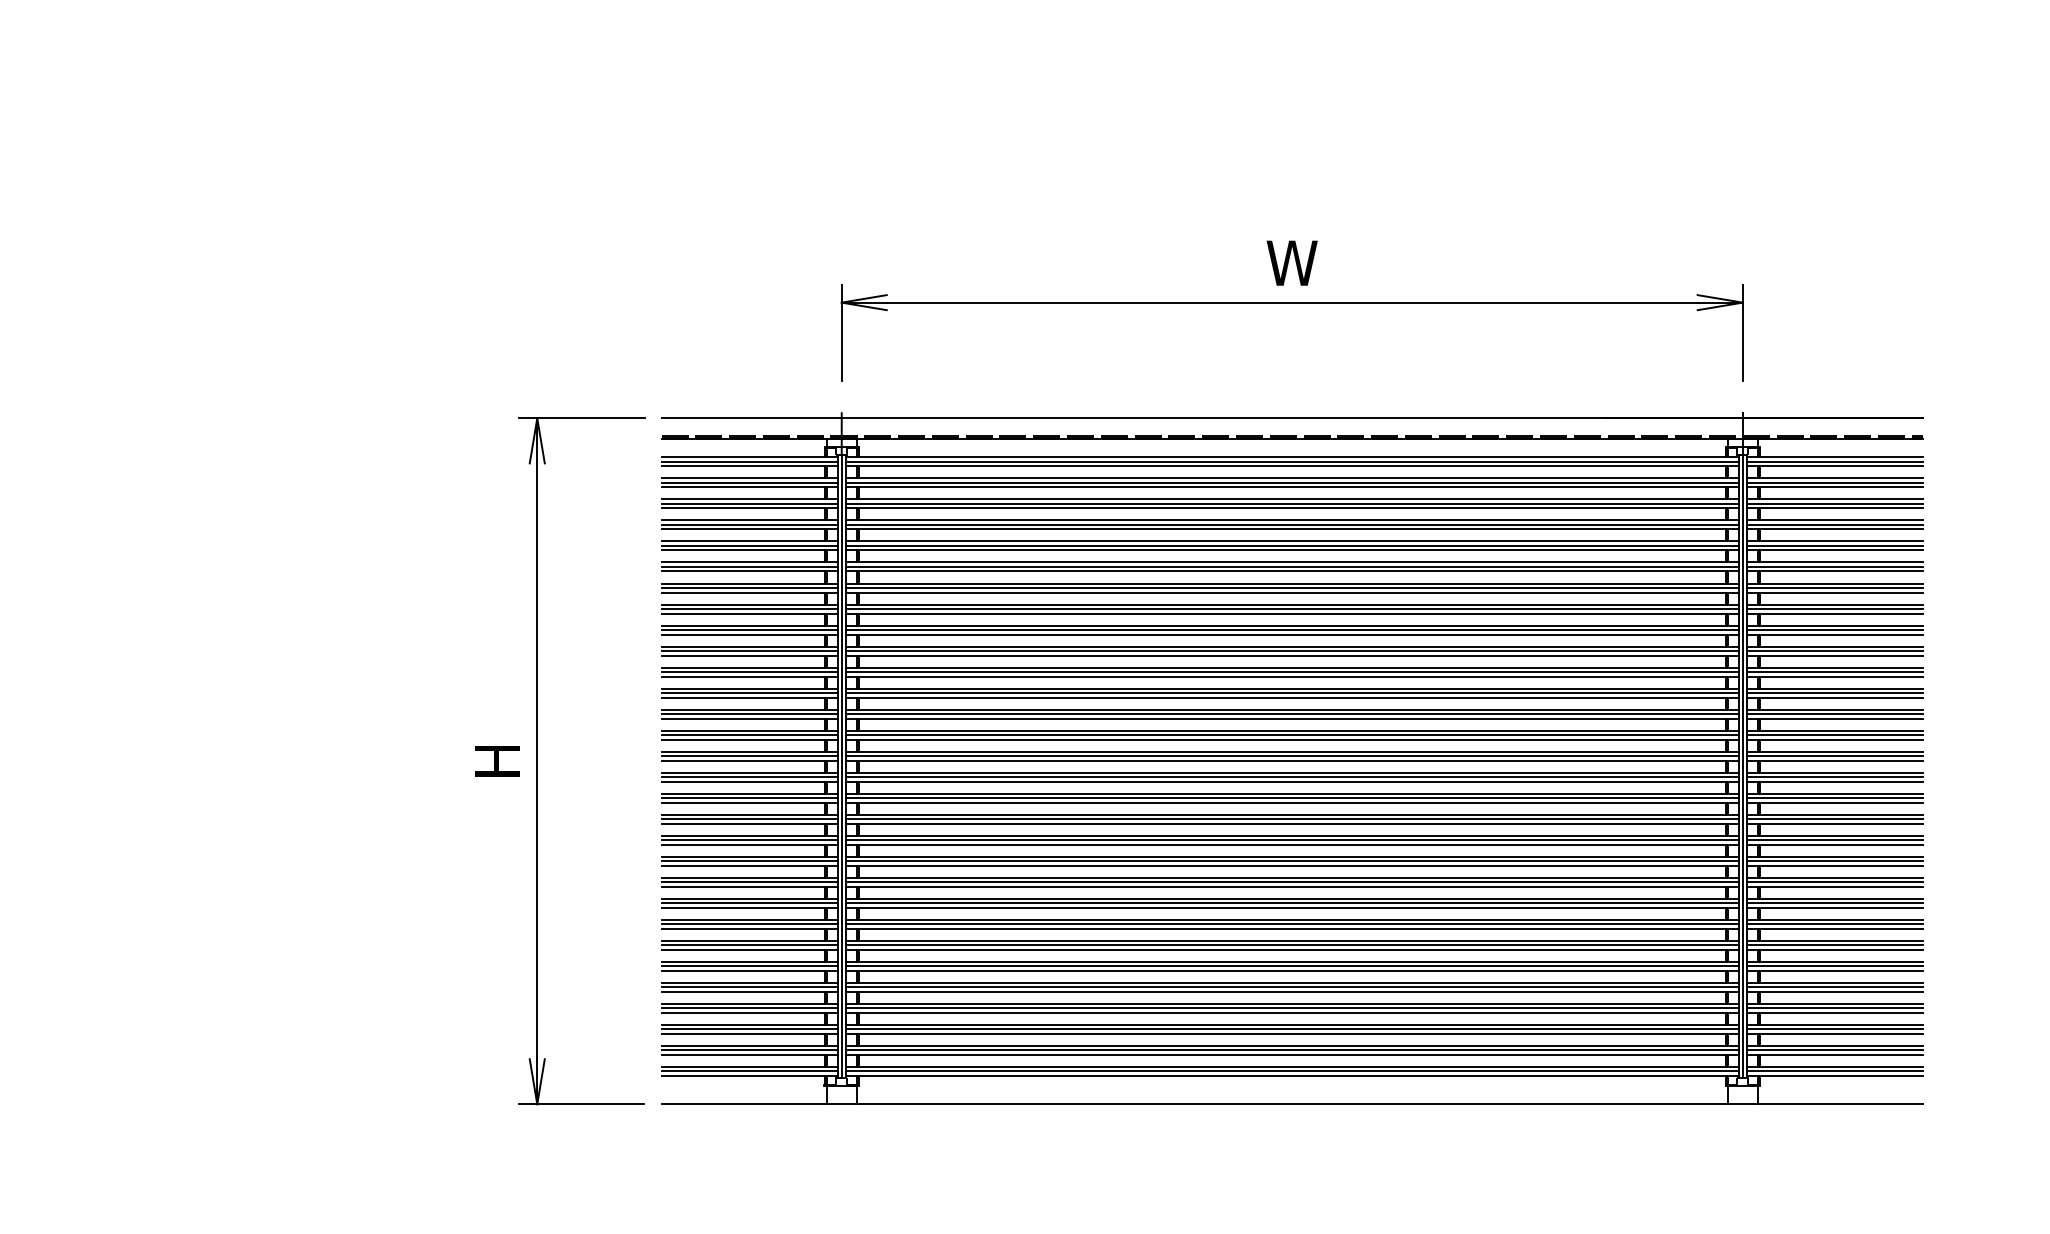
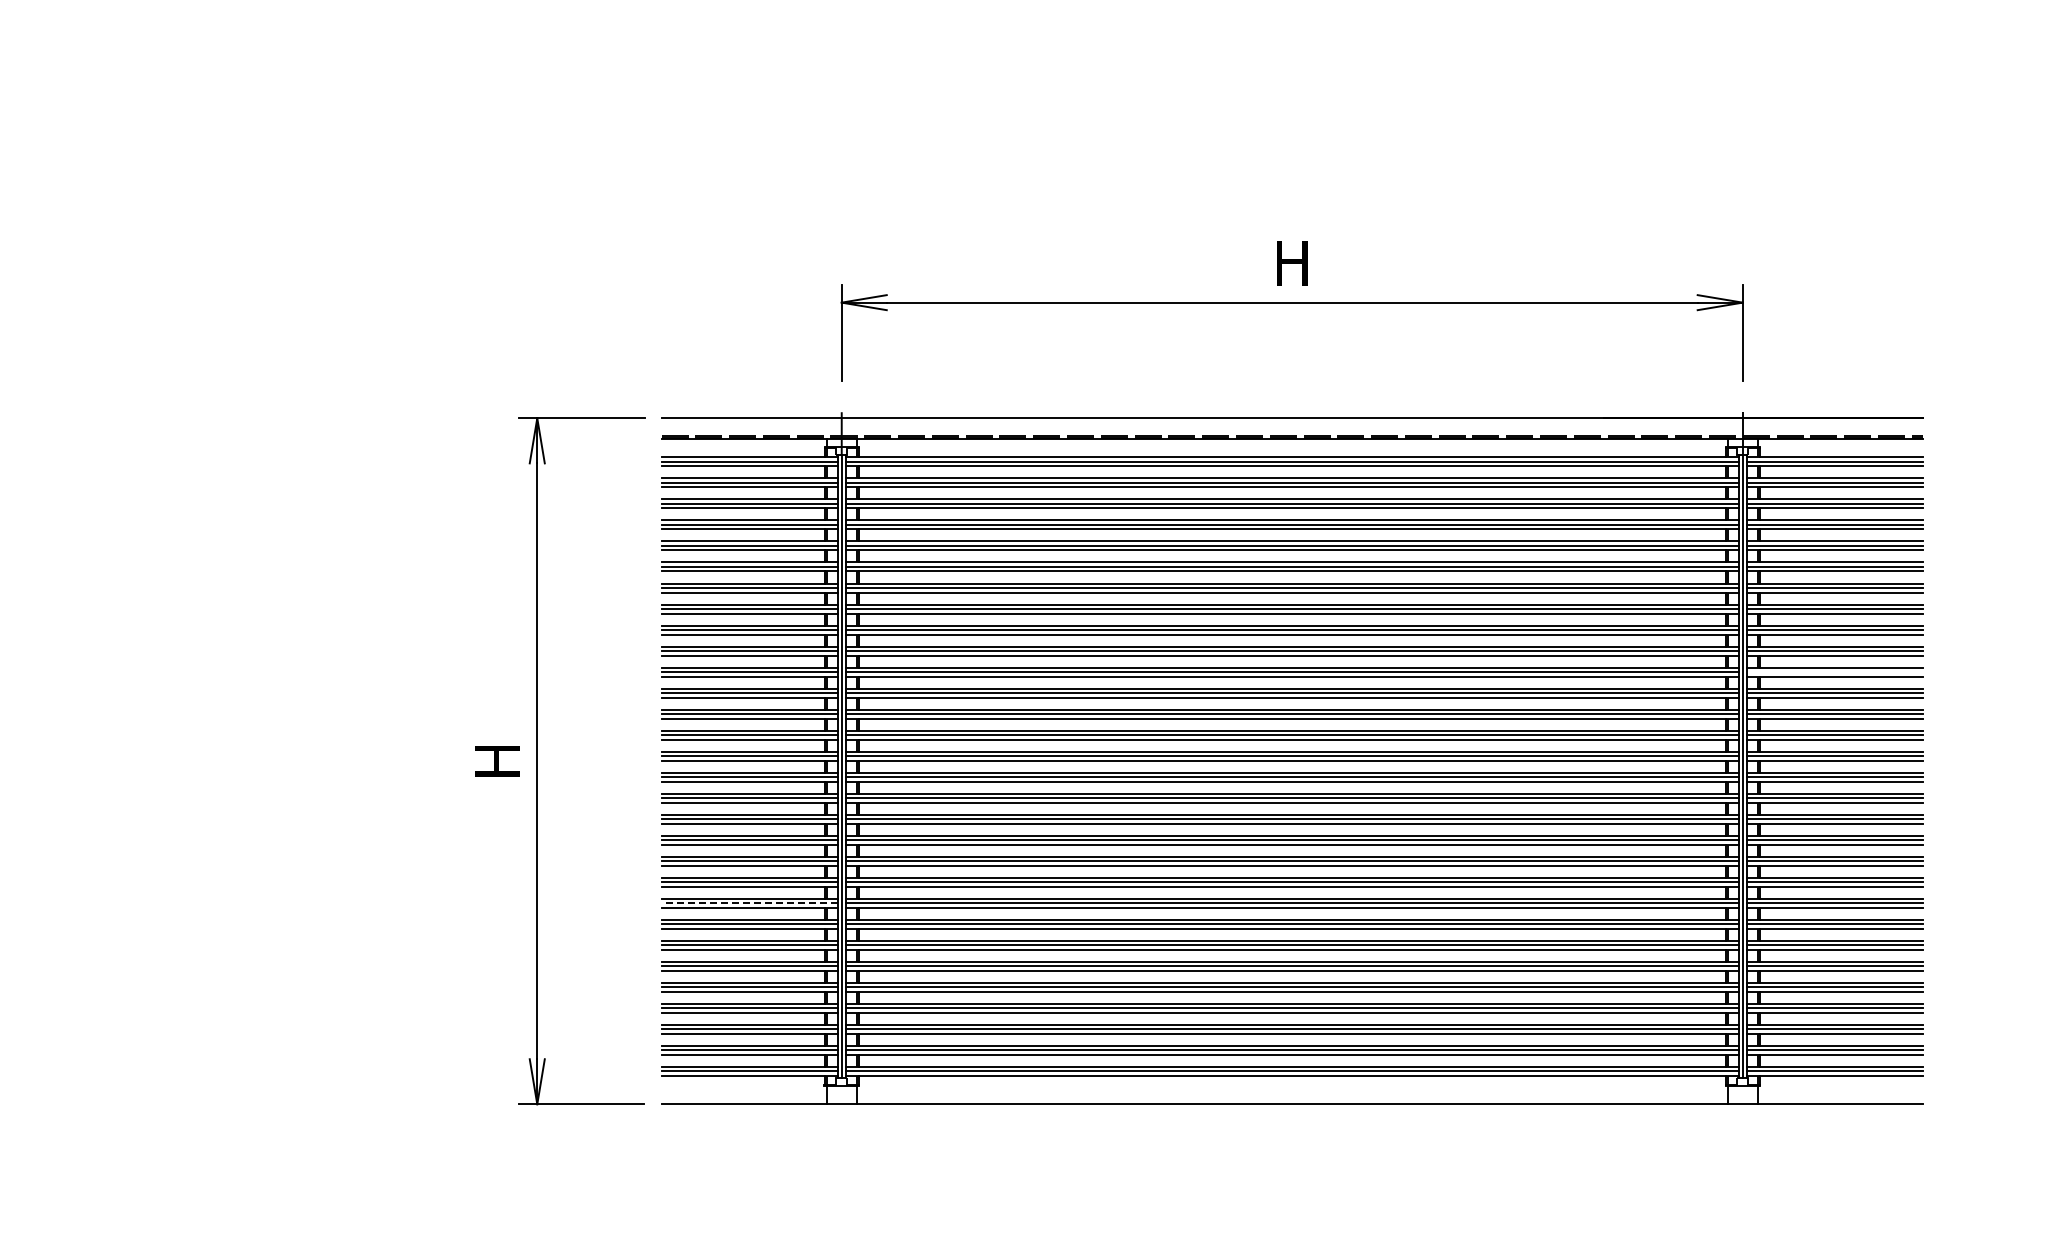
text at (1291, 262): W -> H
line at (1834, 671): present -> none
line at (749, 903): solid -> dashed
